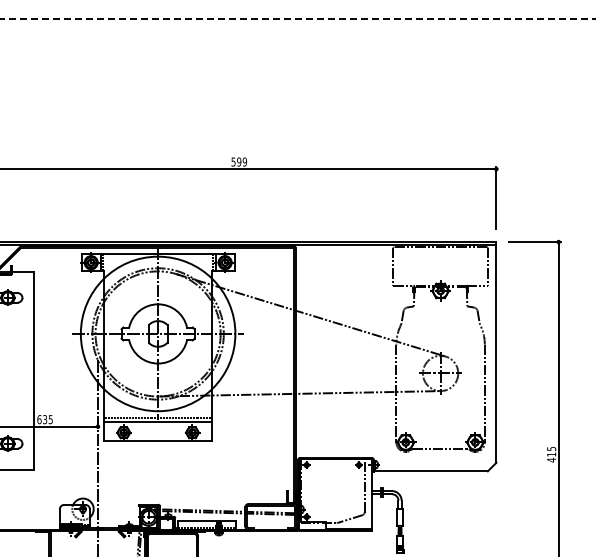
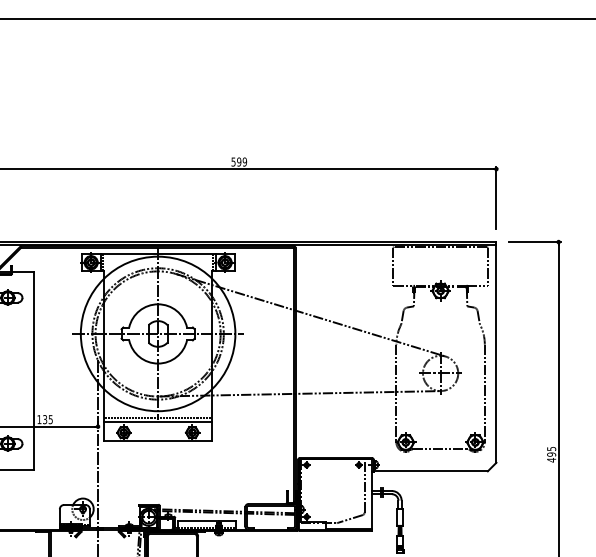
line at (298, 19): dashed -> solid
text at (39, 419): 635 -> 135
text at (551, 454): 415 -> 495
